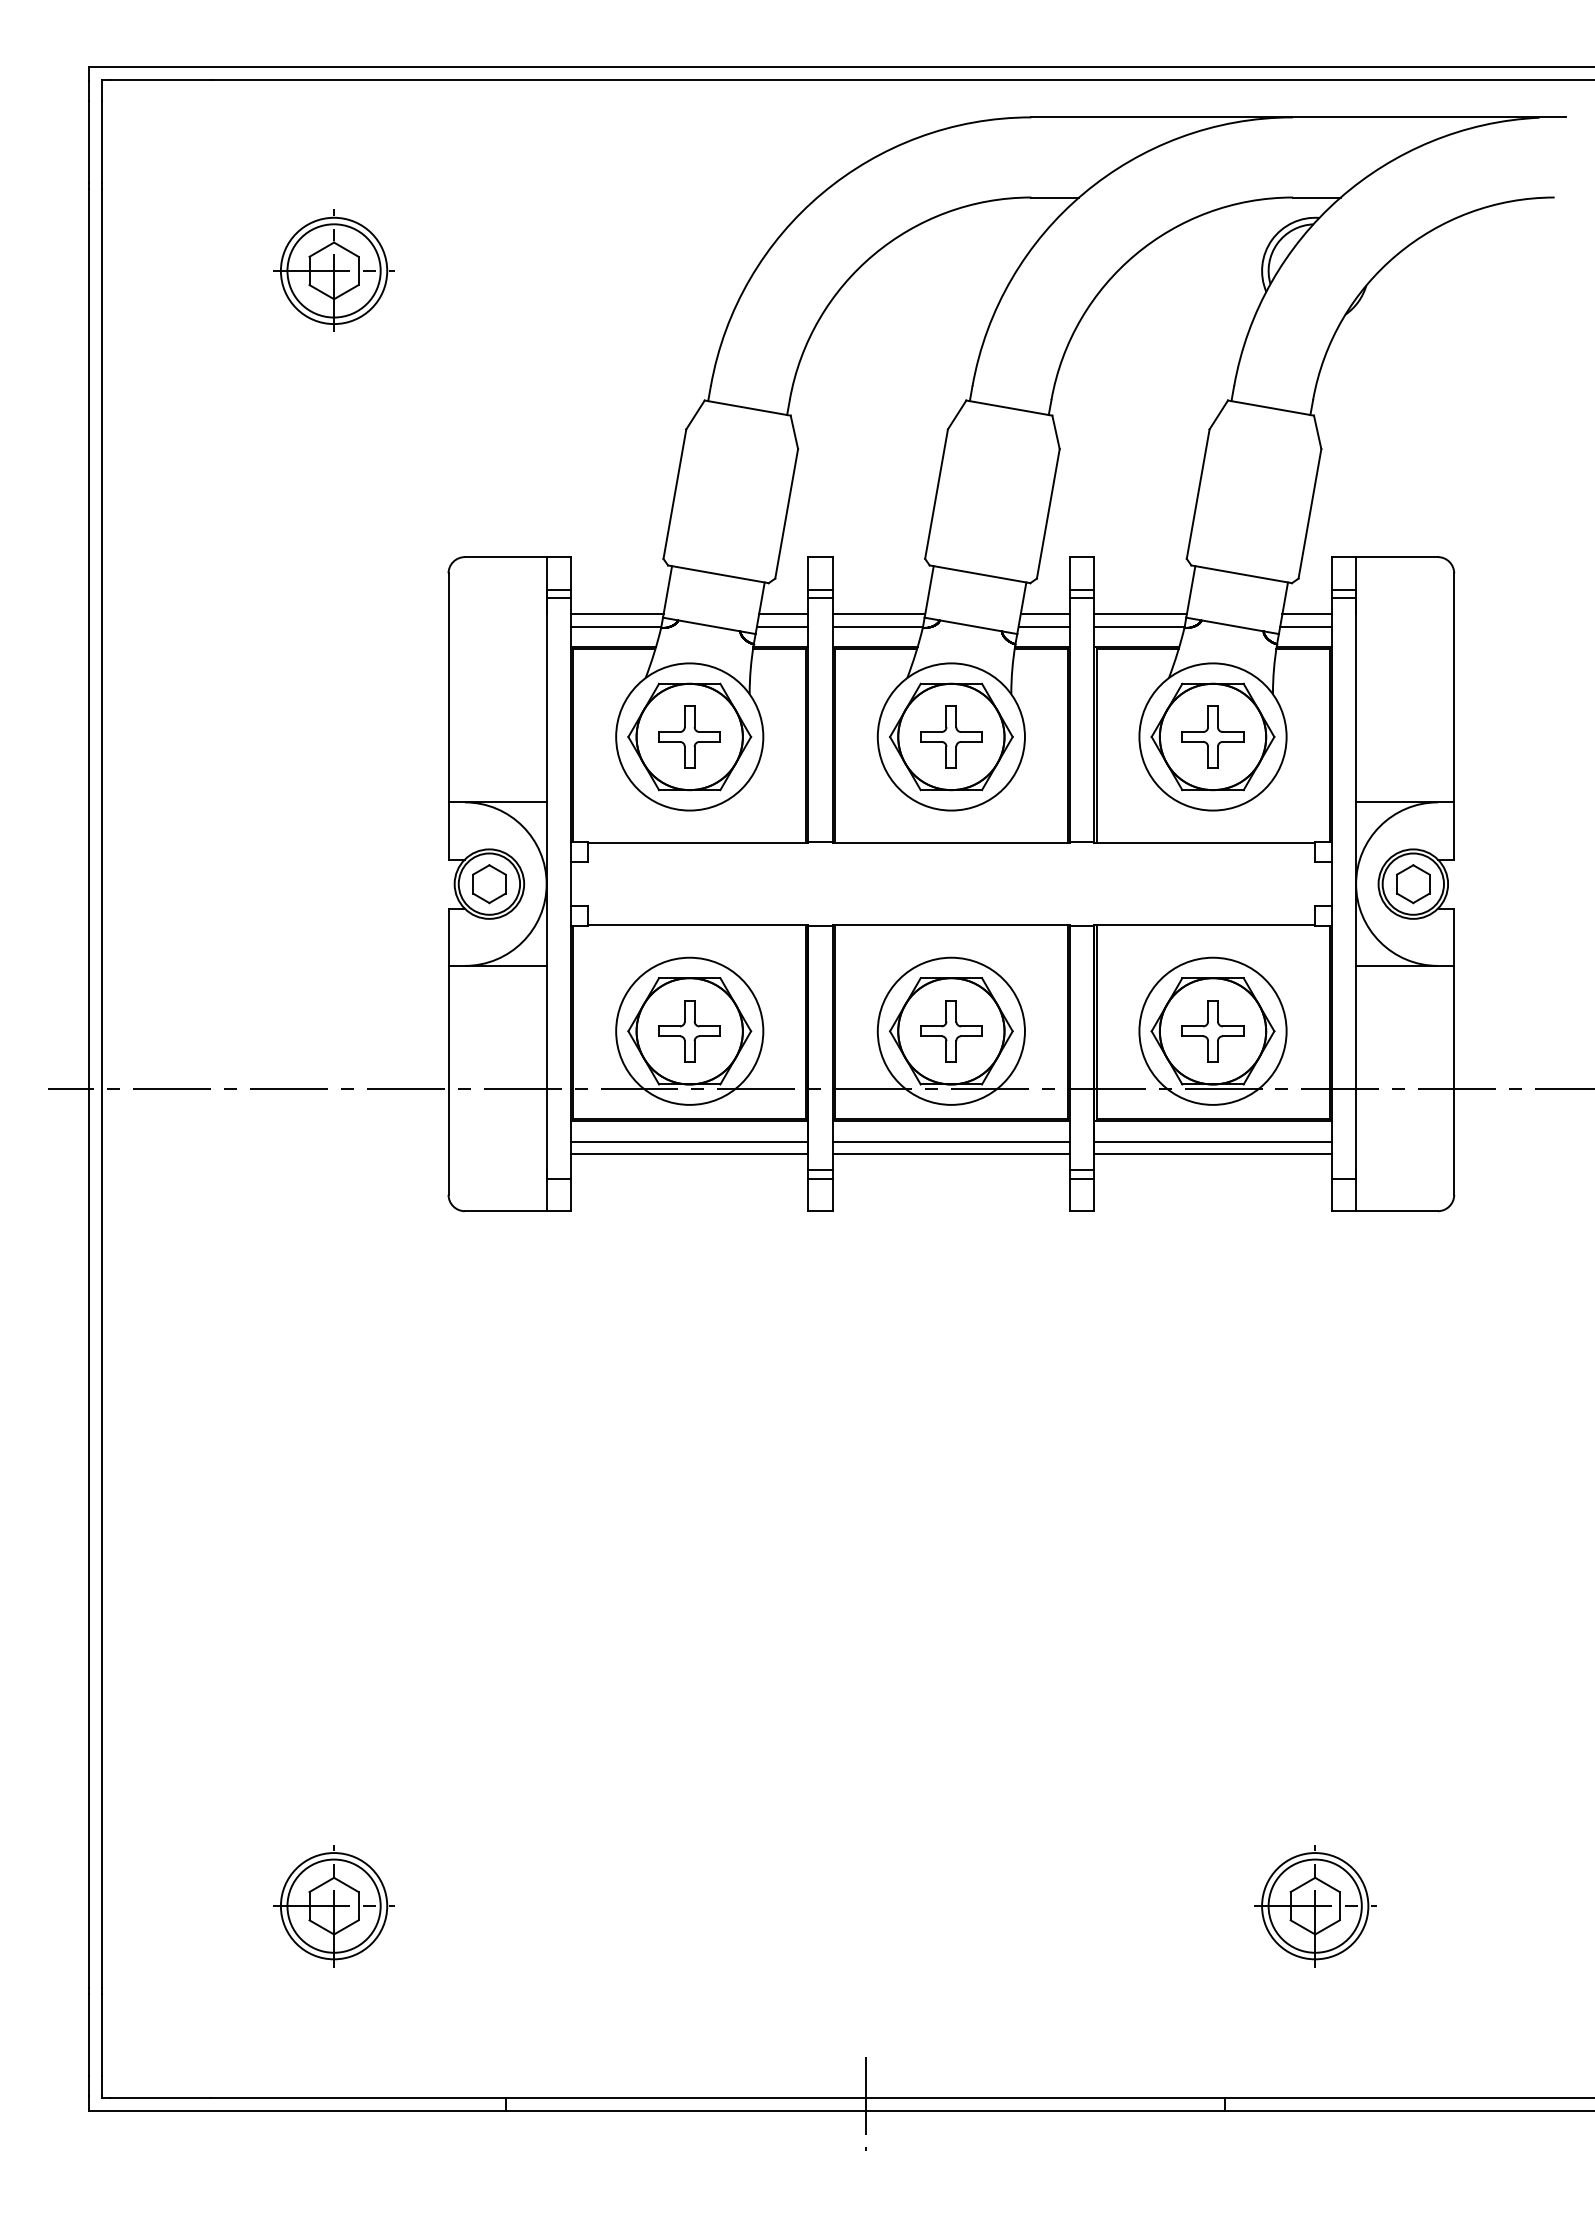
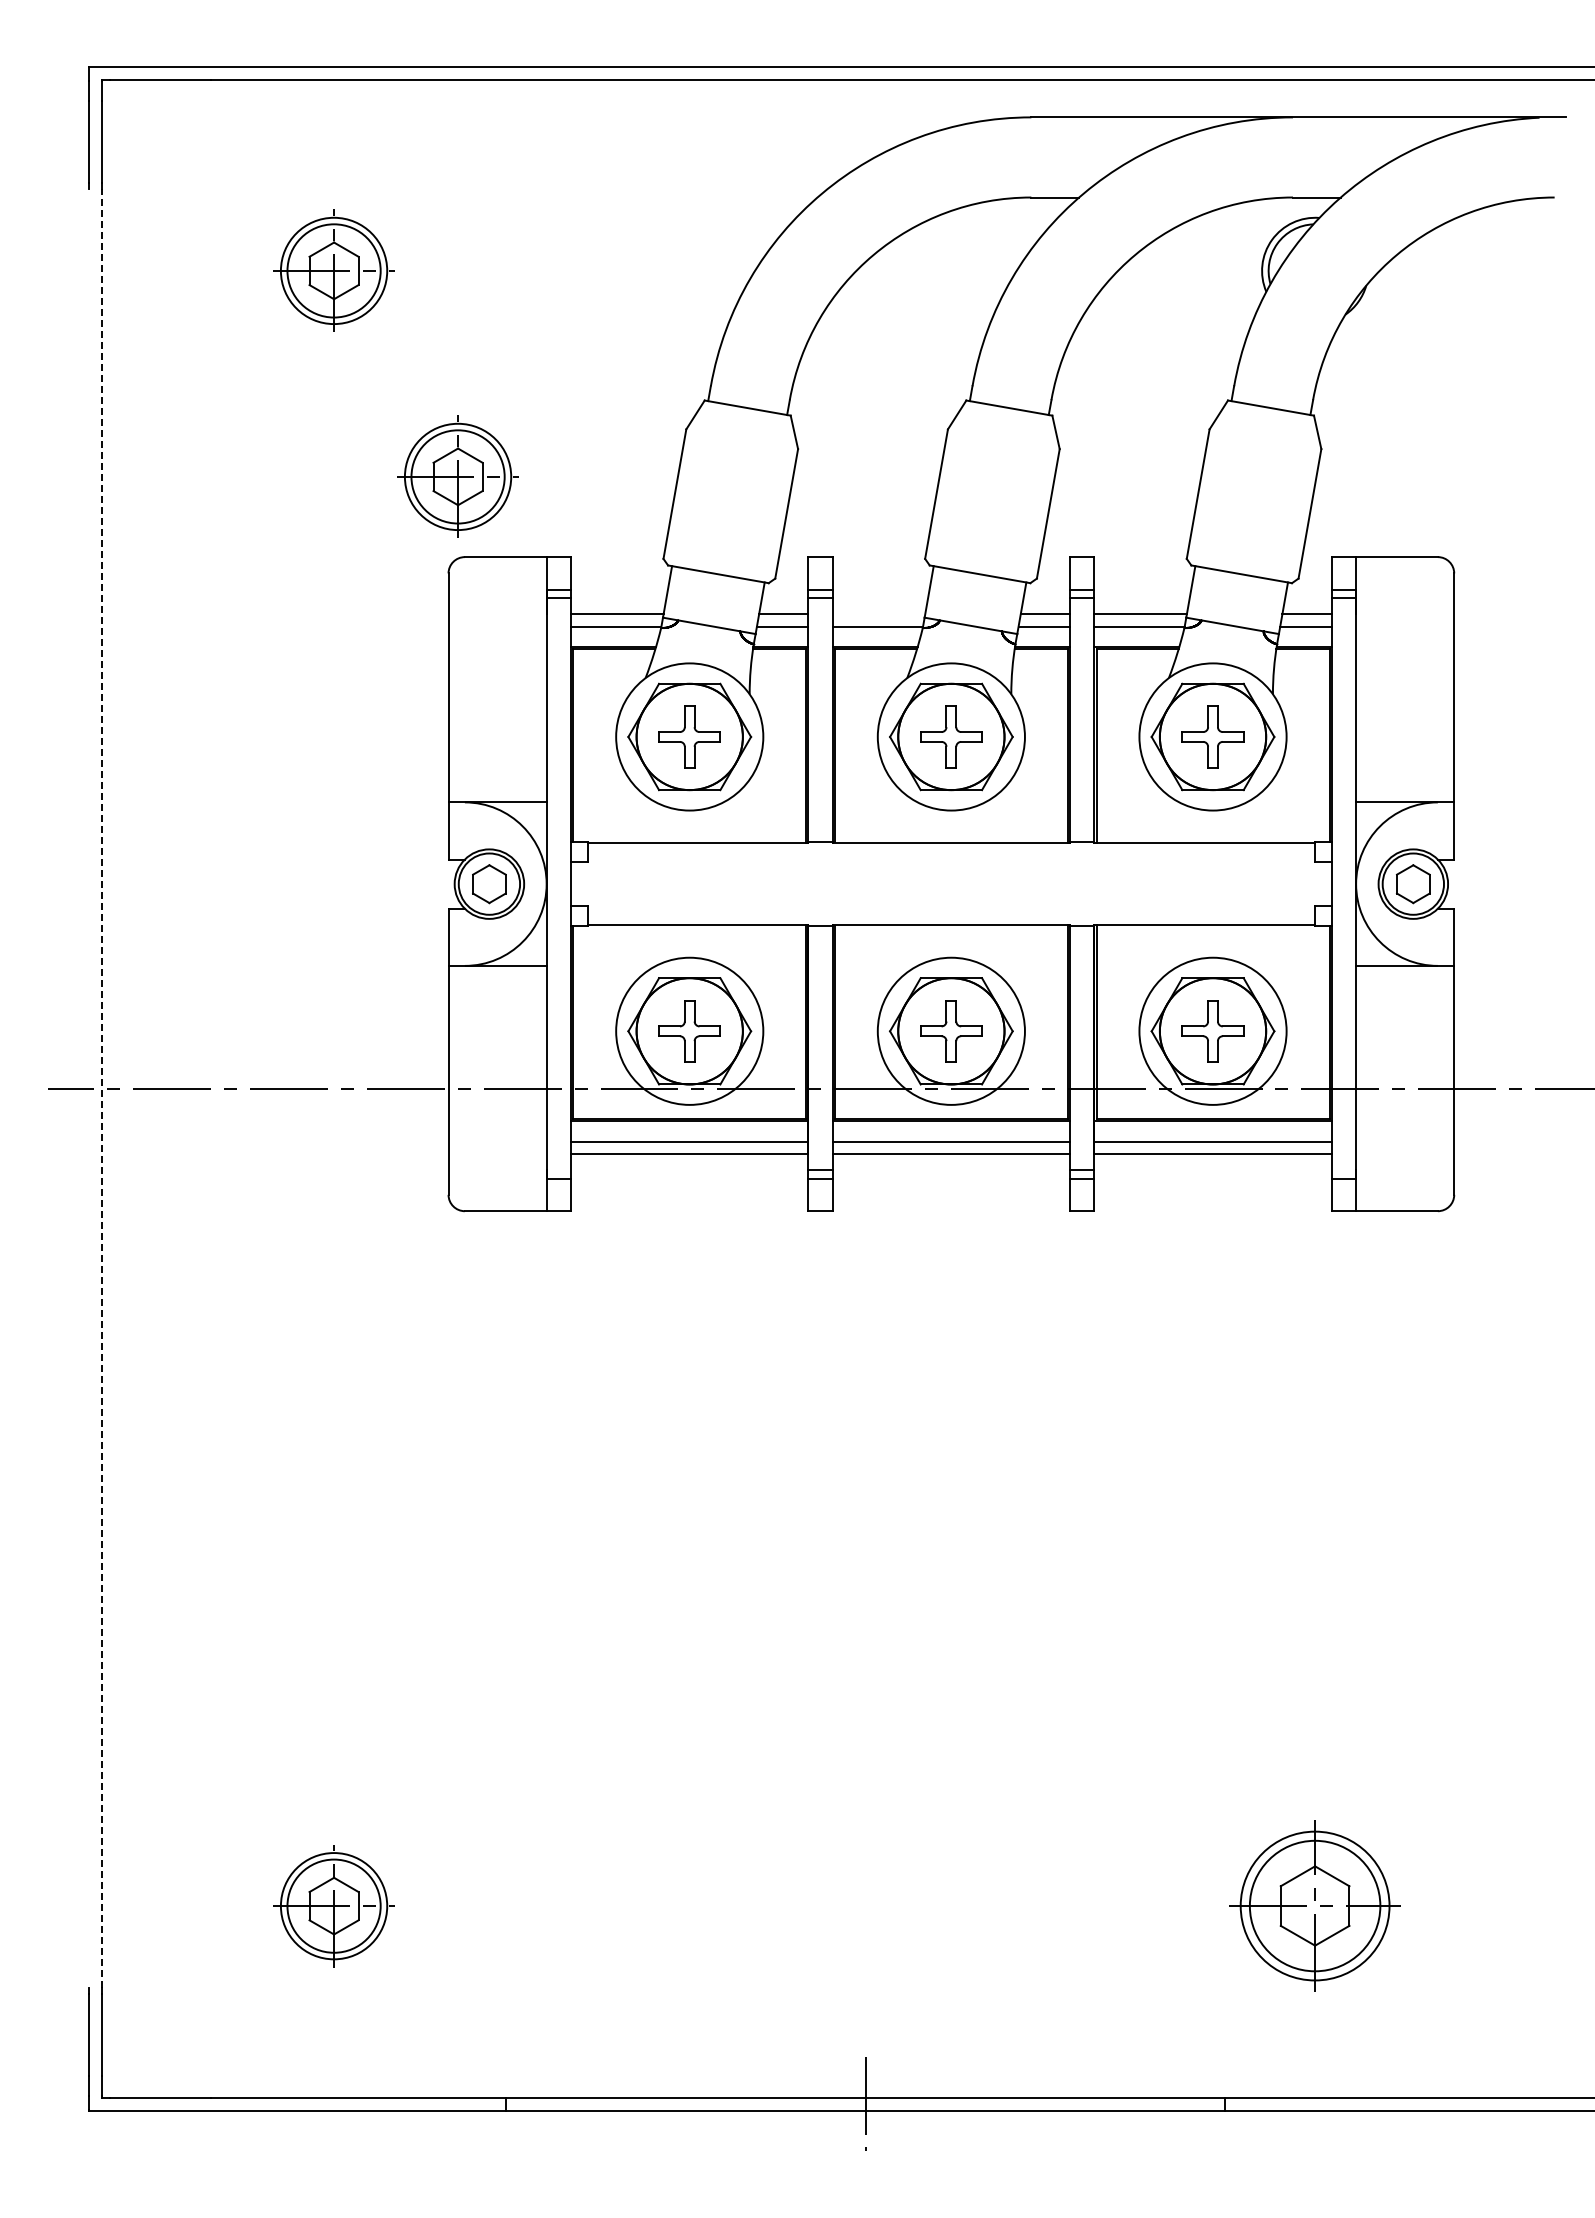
part at (457, 476): none -> present
line at (878, 614): present -> none
line at (88, 1088): present -> none
line at (101, 1088): solid -> dashed
part at (1315, 1906) size: 123x123 px -> 172x172 px
